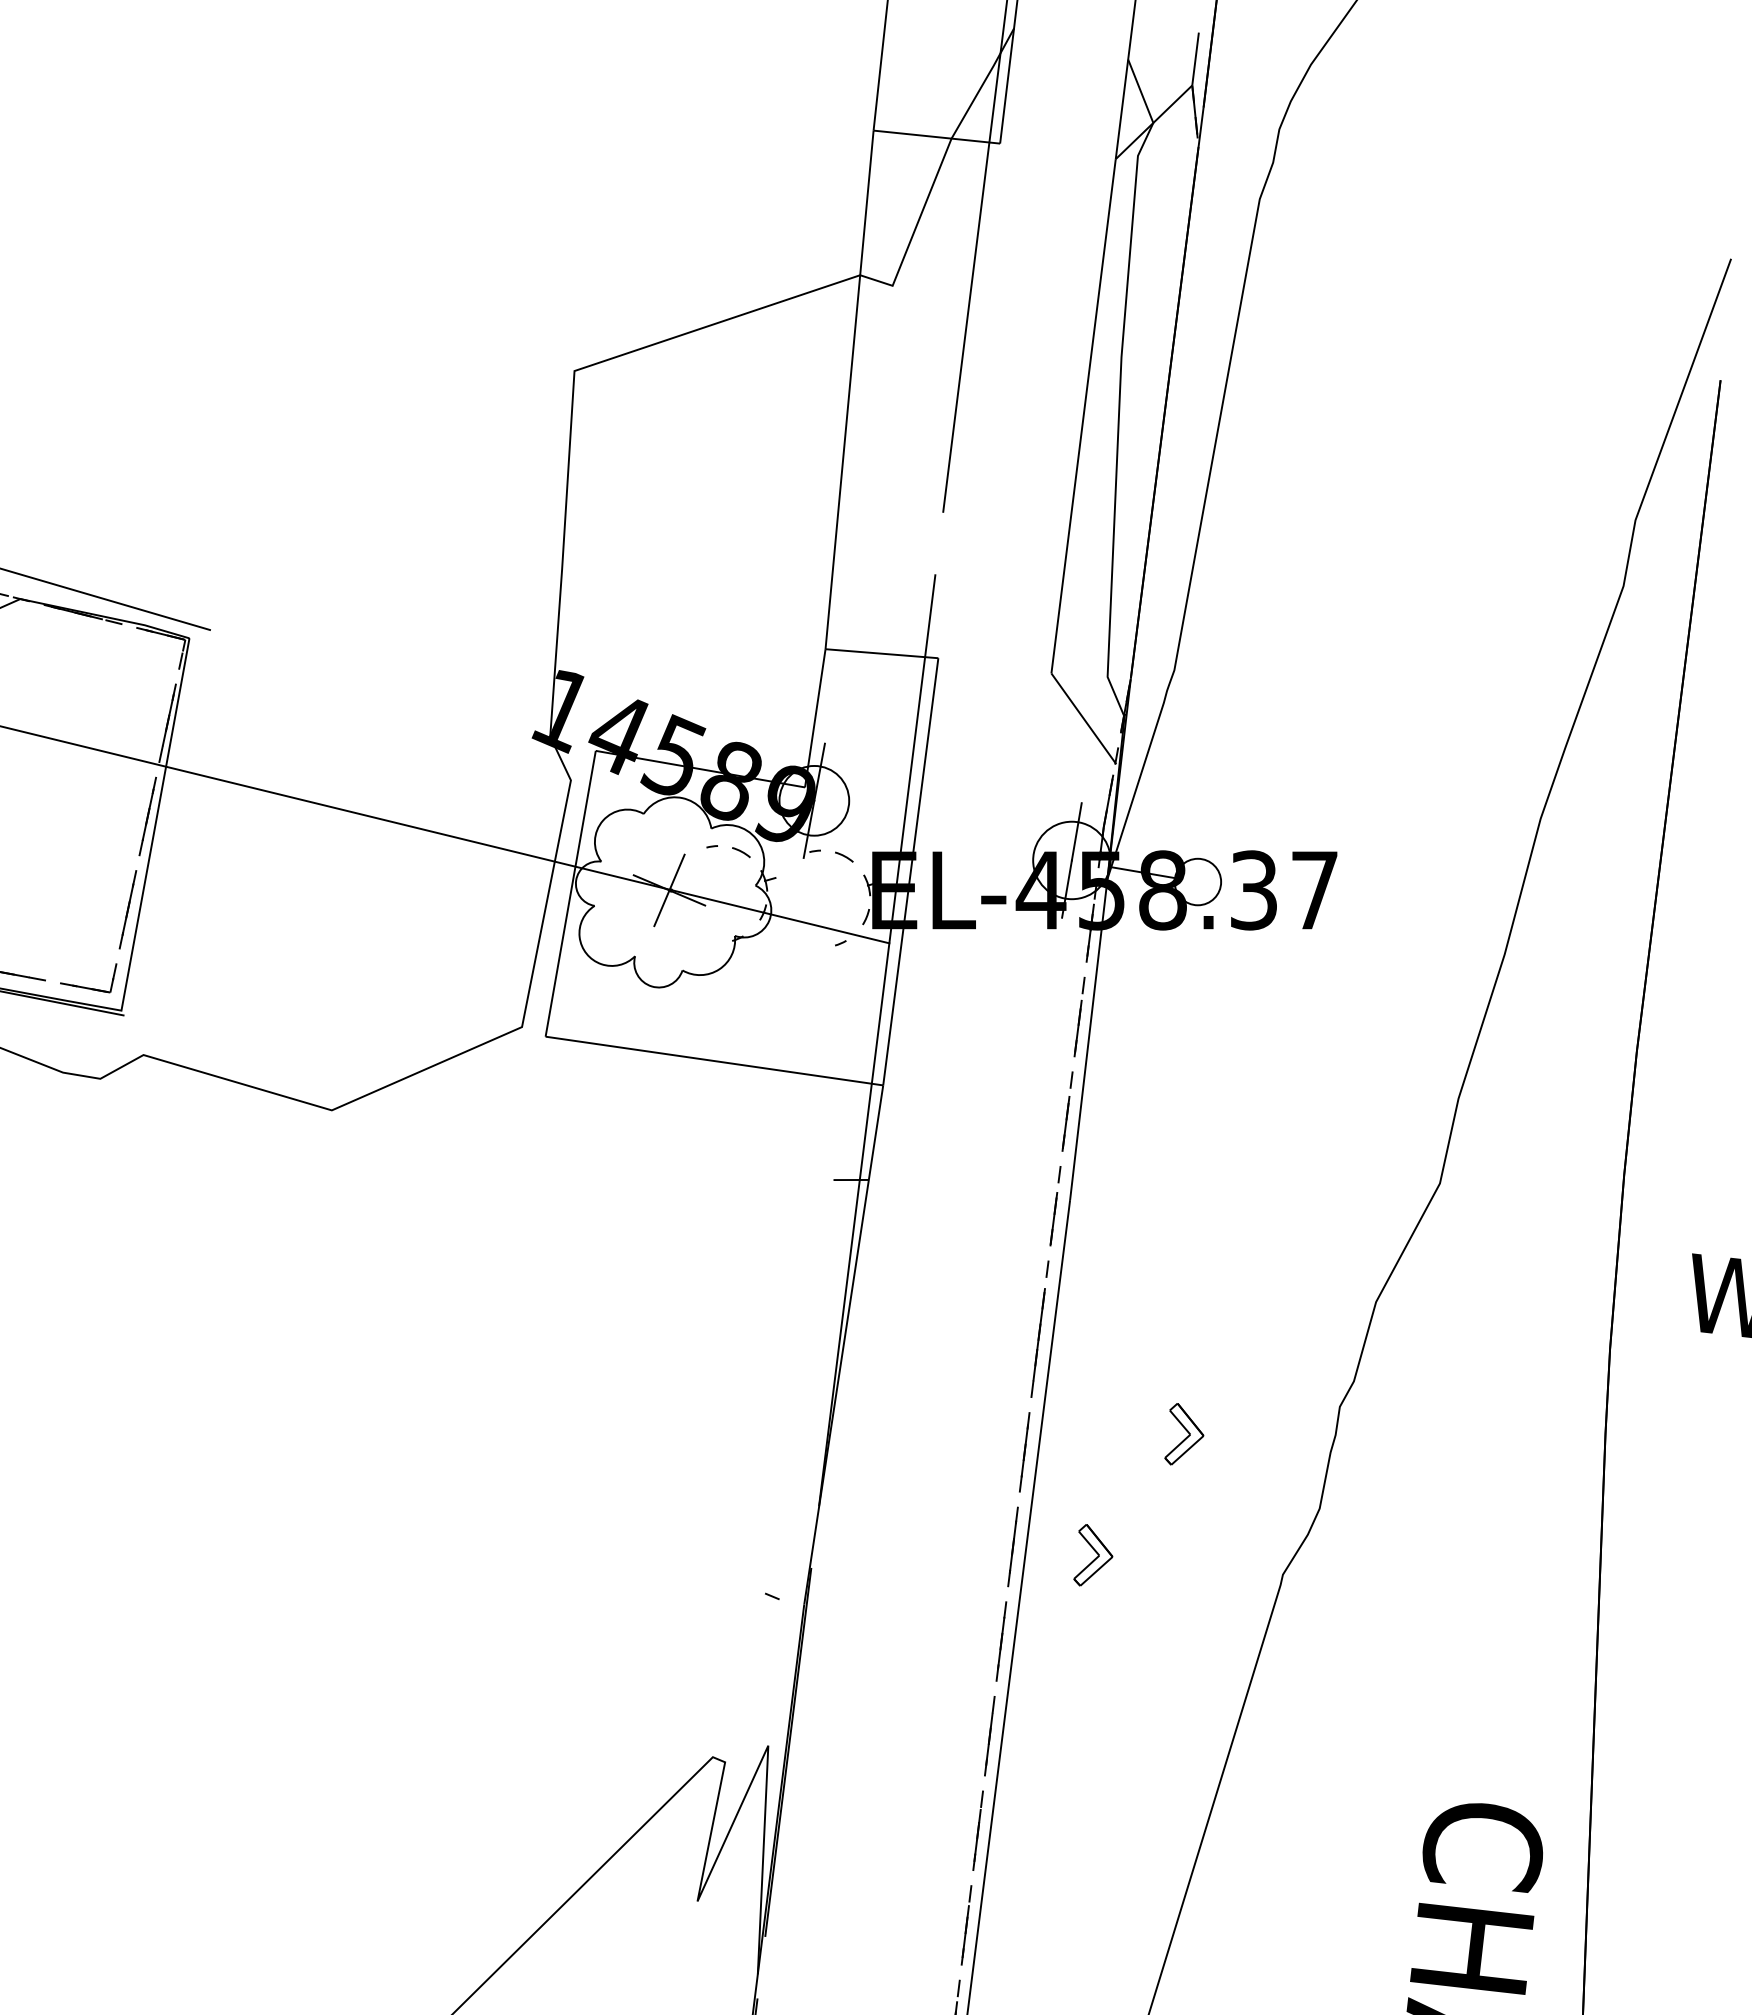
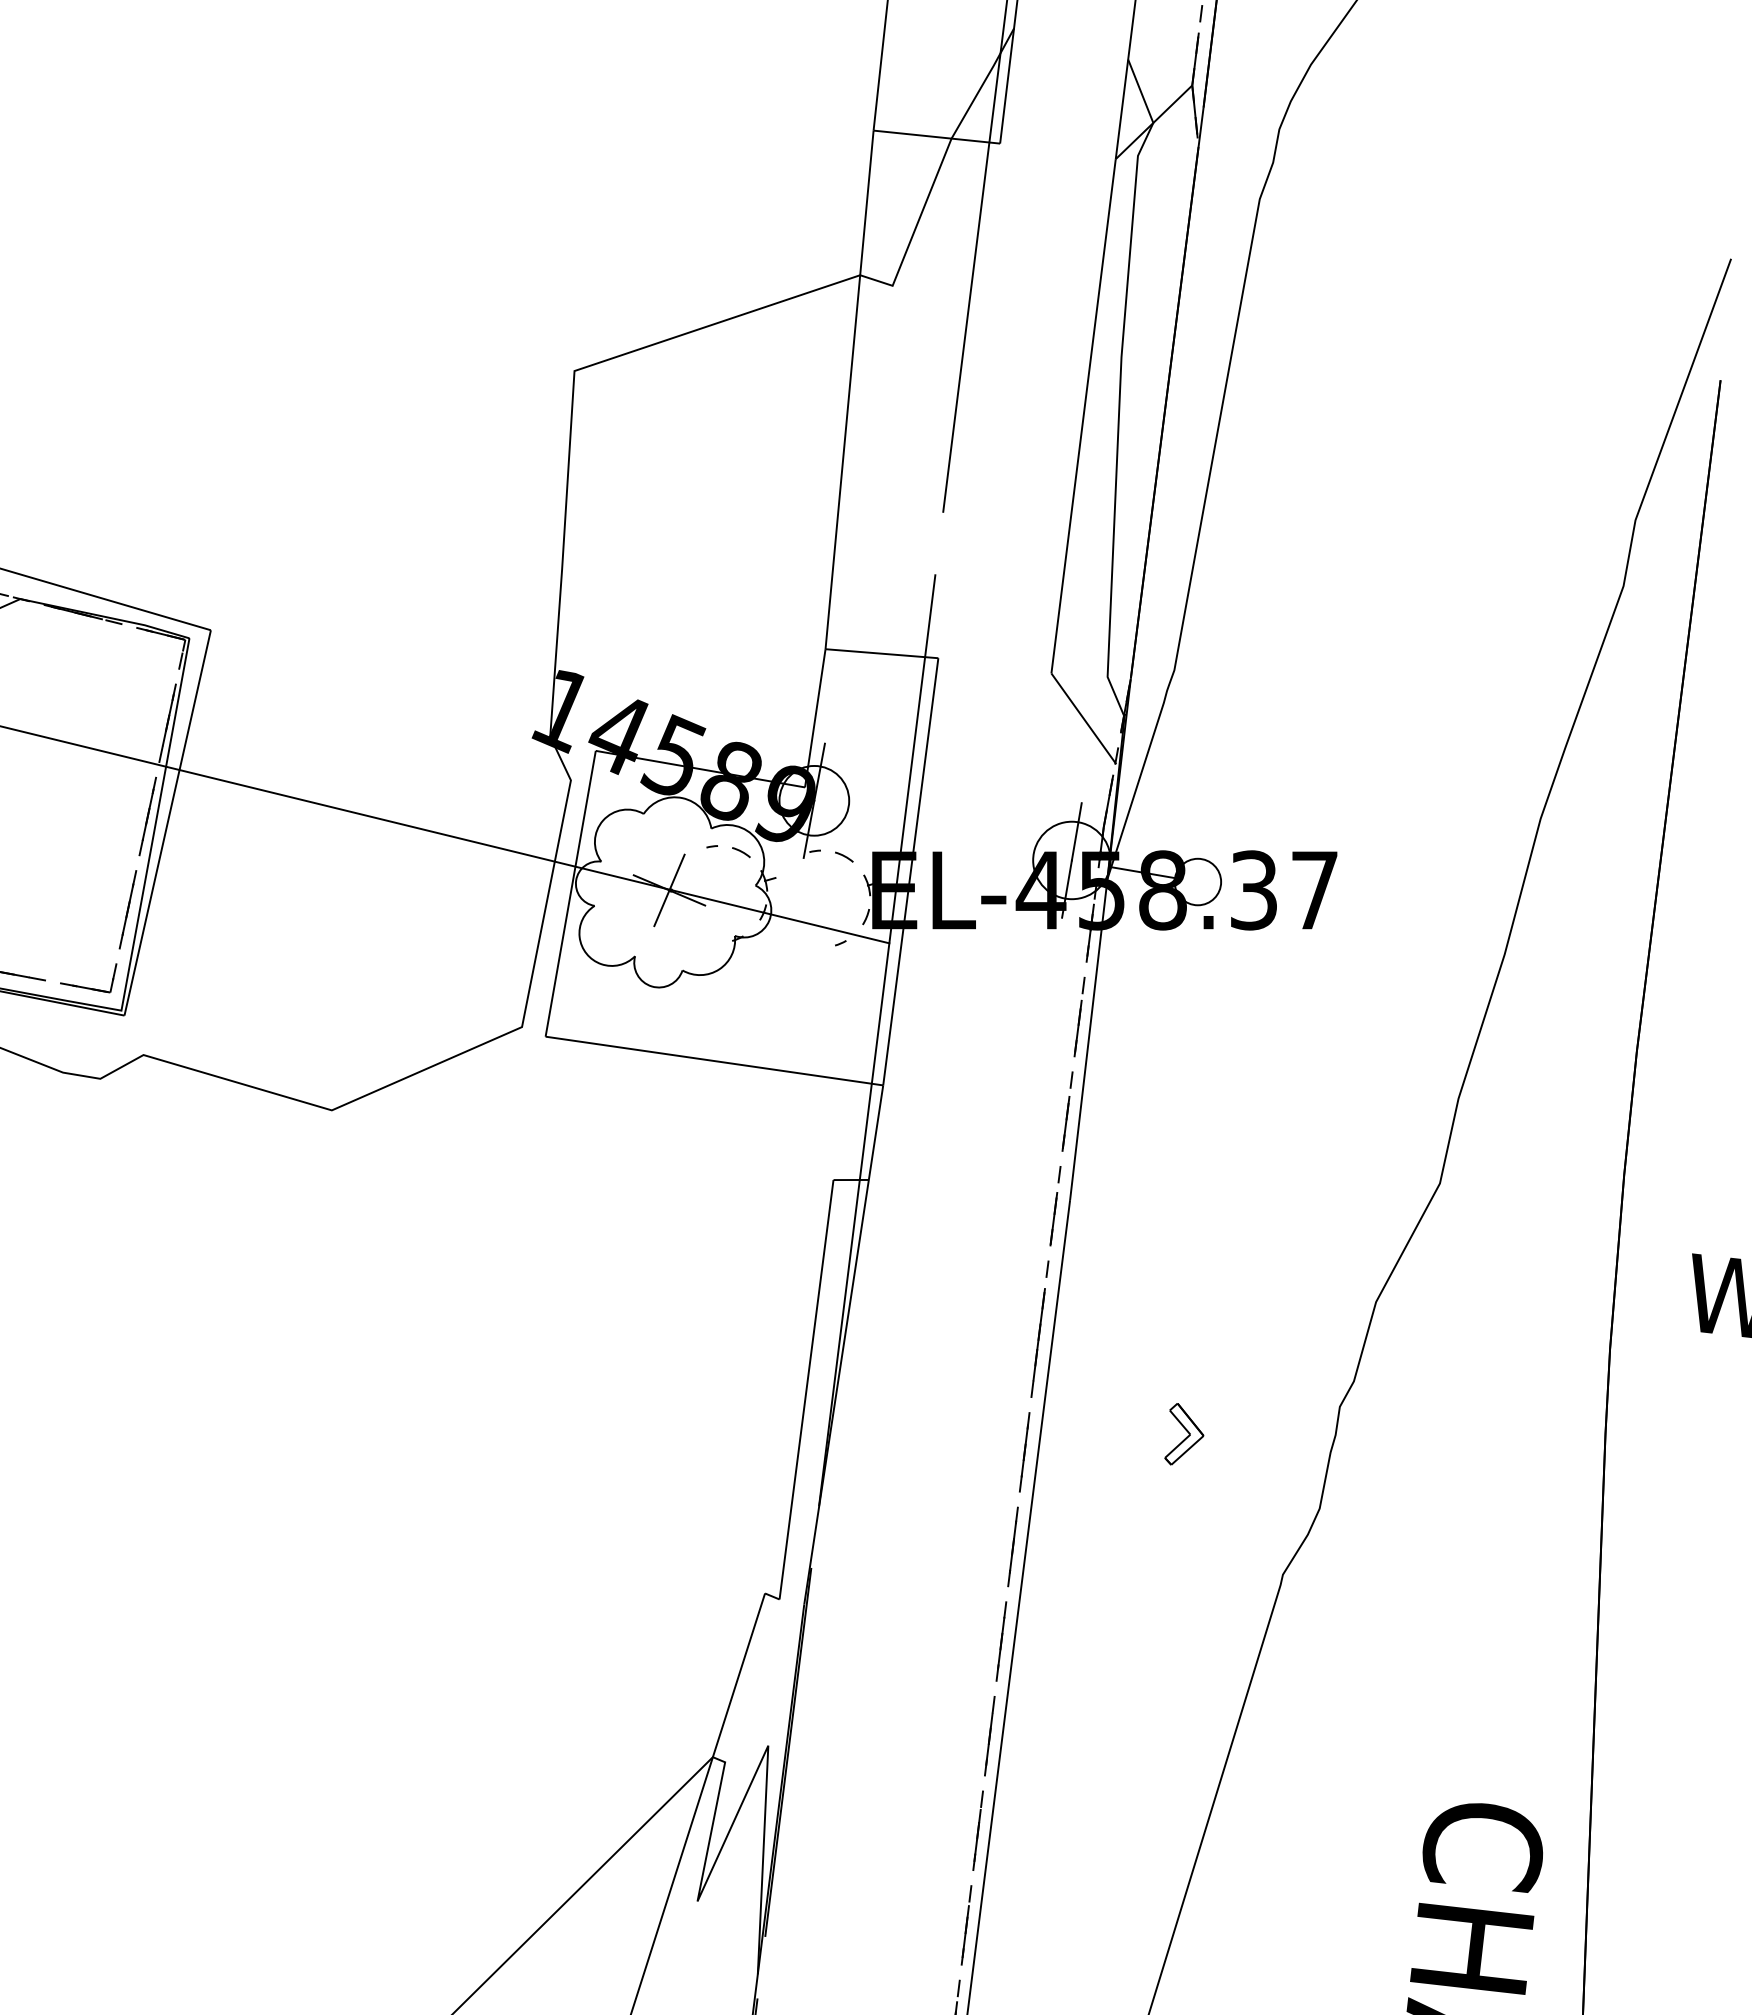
line at (1197, 43): none -> present
line at (167, 822): none -> present
line at (806, 1389): none -> present
part at (1093, 1555): present -> none
line at (698, 1802): none -> present
